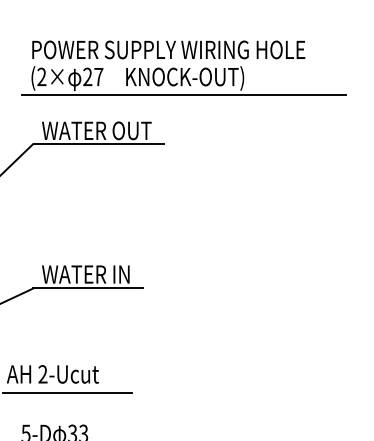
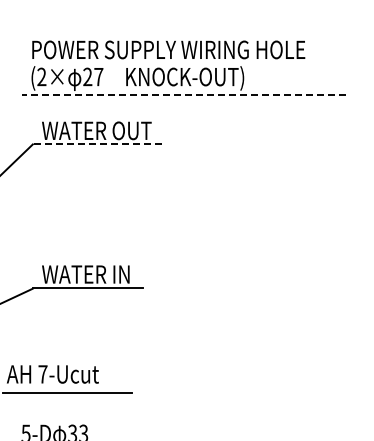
line at (183, 95): solid -> dashed
line at (99, 143): solid -> dashed
text at (42, 374): 2-Ucut -> 7-Ucut
